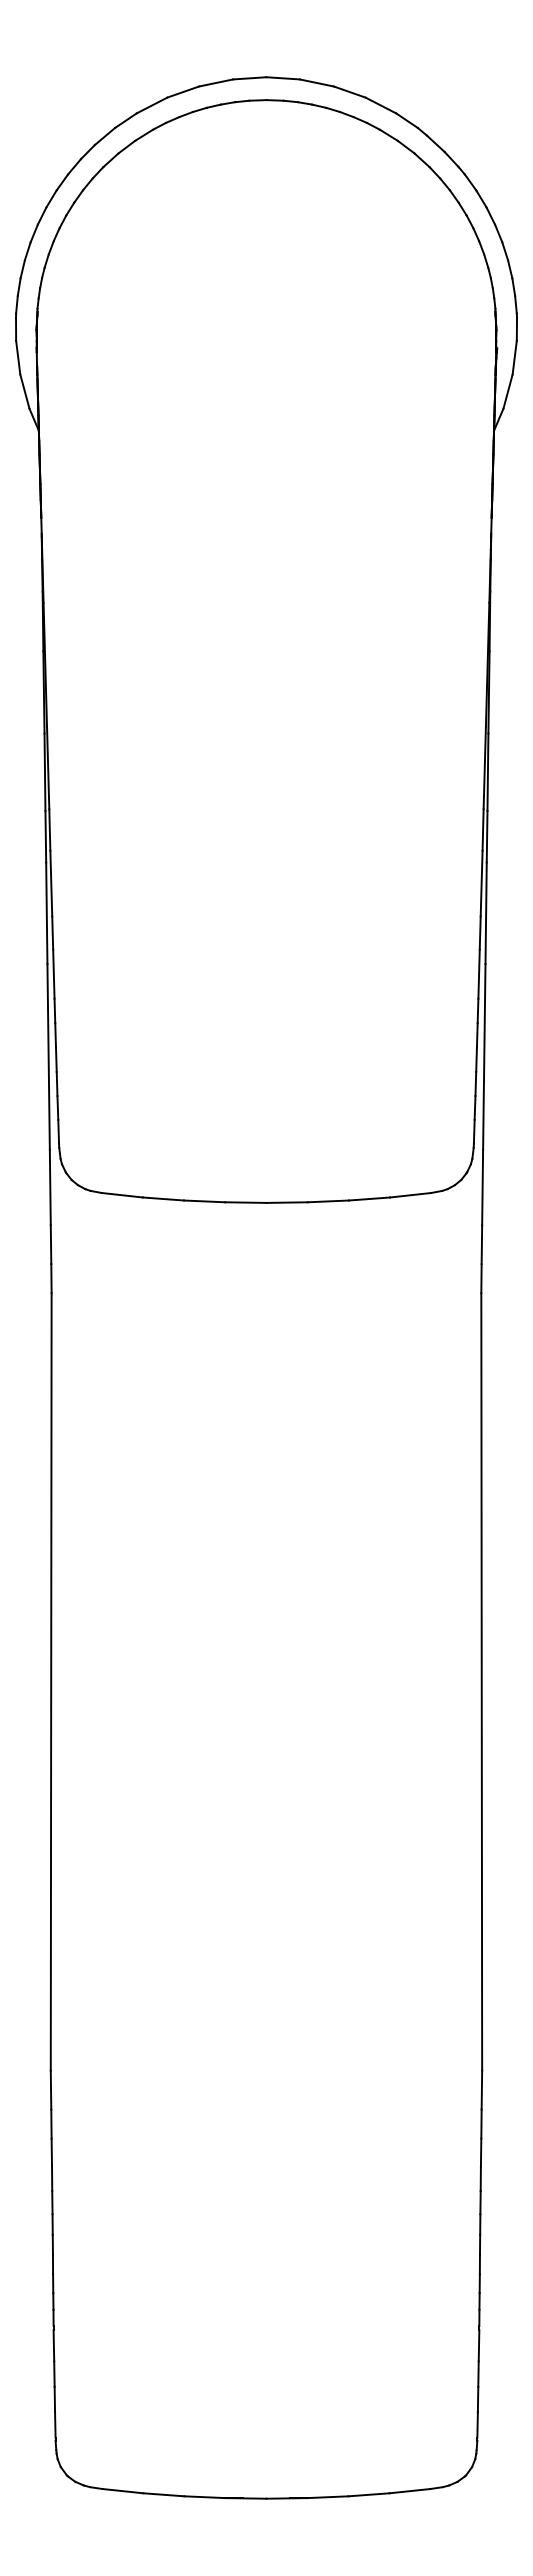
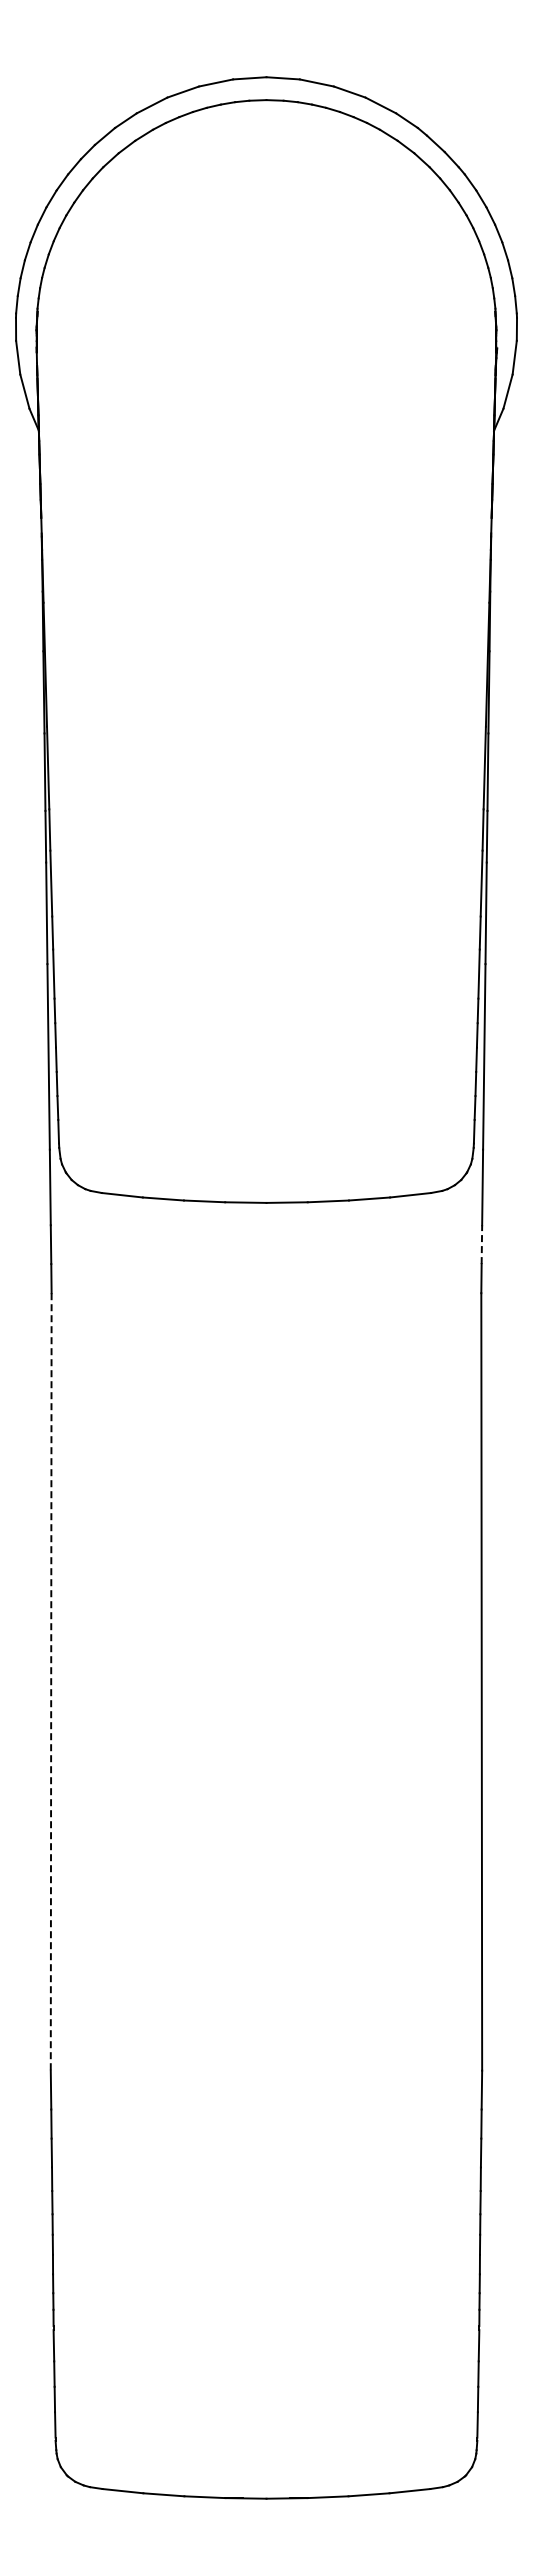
line at (481, 1244): solid -> dashed
line at (51, 1681): solid -> dashed
